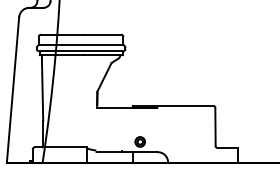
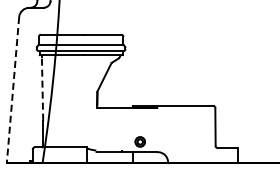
line at (13, 89): solid -> dashed
line at (42, 89): solid -> dashed
